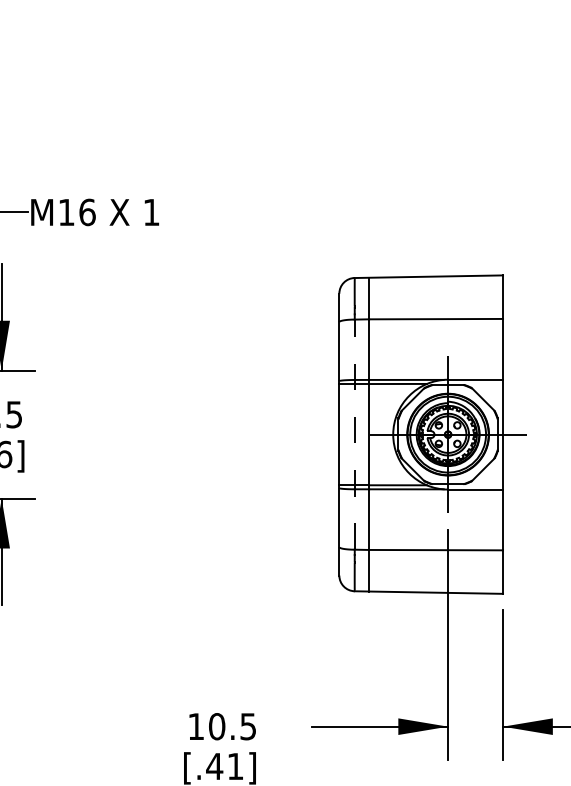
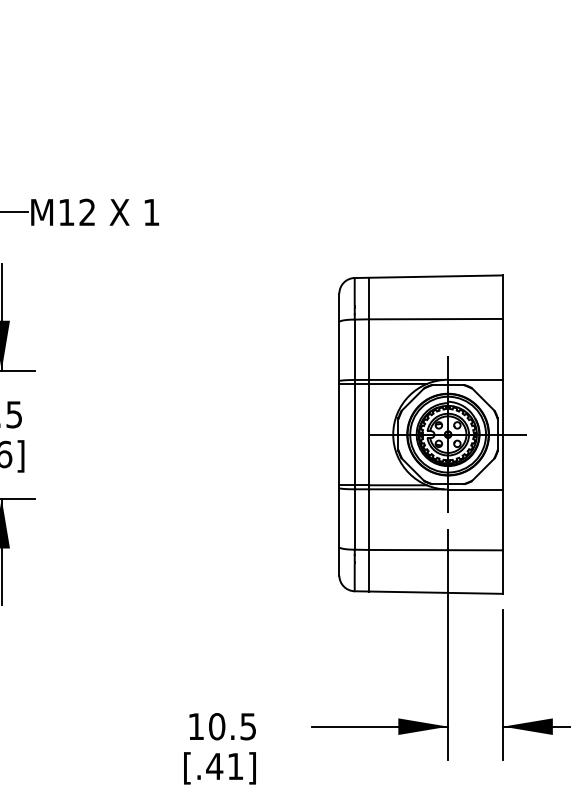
text at (87, 212): M16 -> M12
line at (354, 434): dashed -> solid
